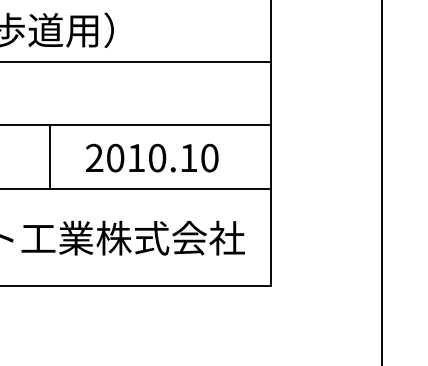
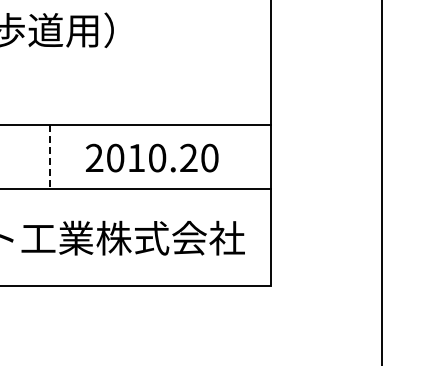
line at (136, 61): present -> none
line at (49, 157): solid -> dashed
text at (188, 157): 2010.10 -> 2010.20
